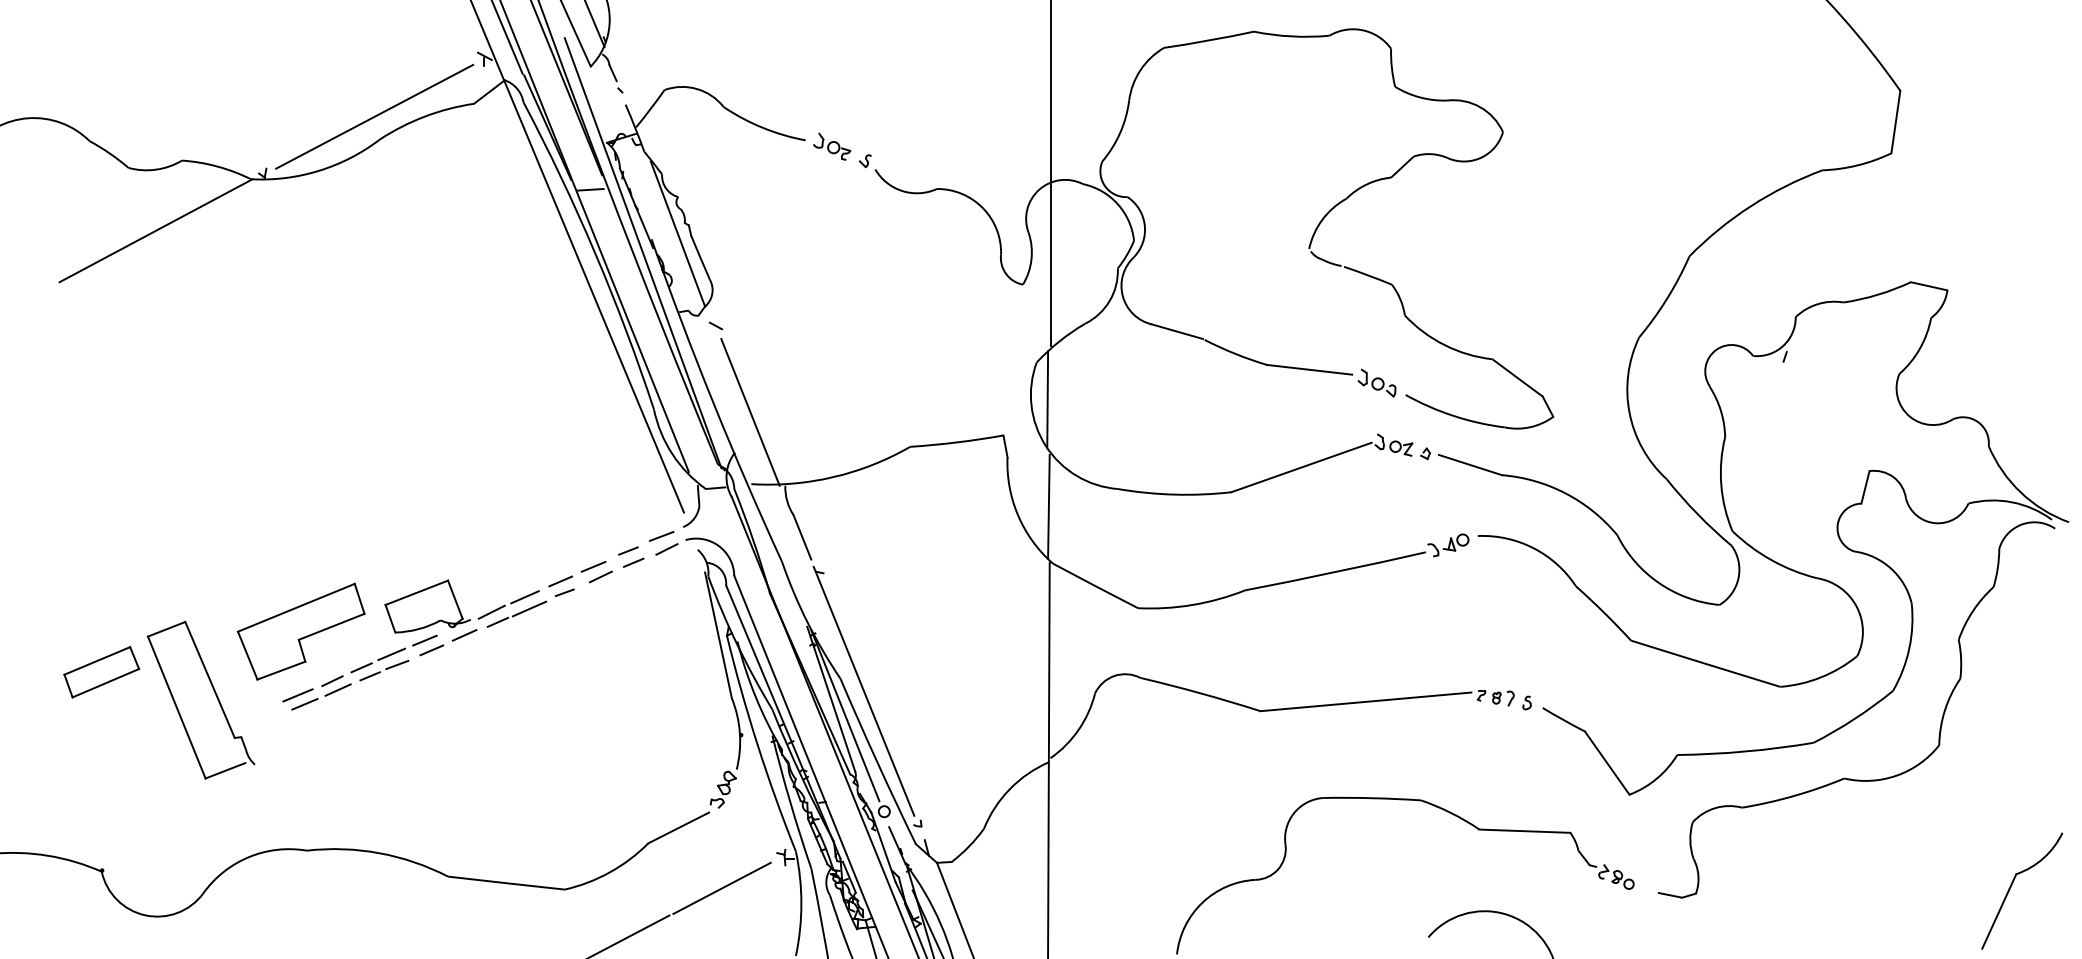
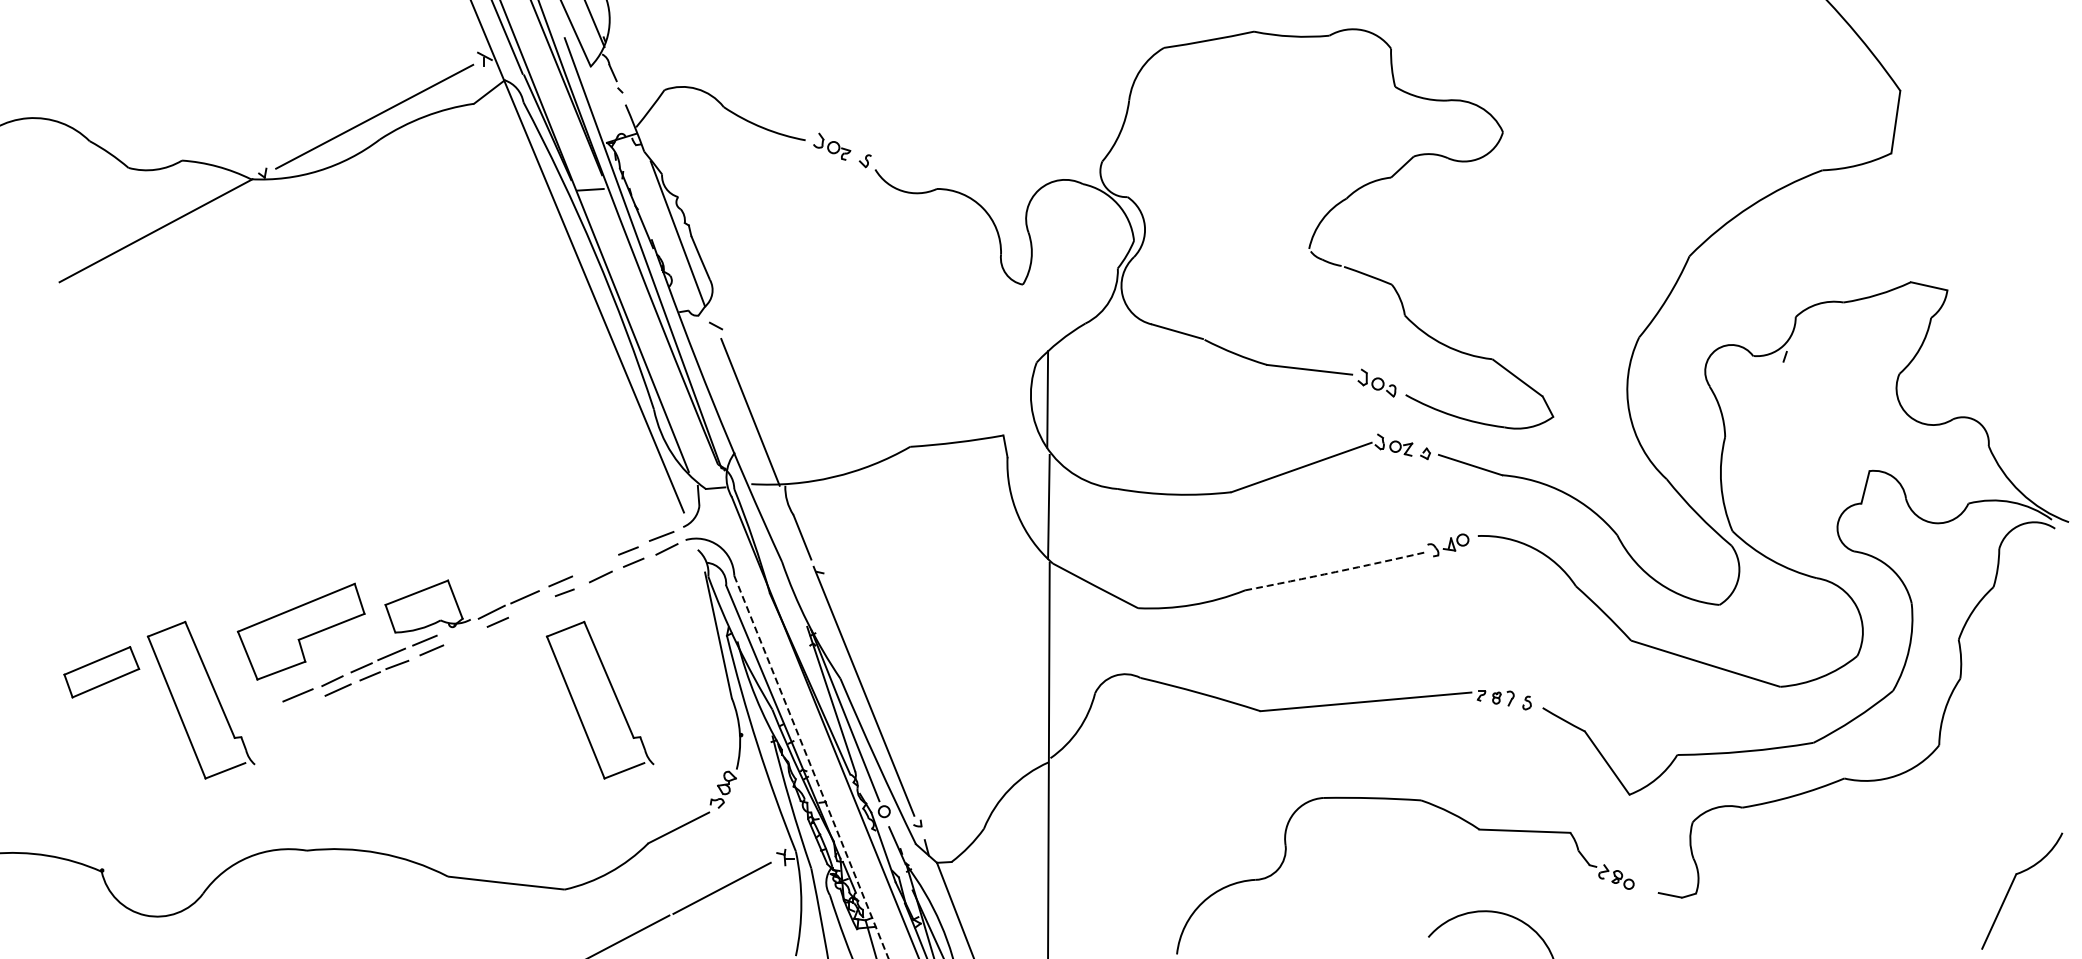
line at (1051, 174): present -> none
line at (593, 566): present -> none
arc at (1335, 572): solid -> dashed
line at (529, 608): present -> none
line at (464, 635): present -> none
part at (613, 693): none -> present
line at (304, 704): present -> none
line at (811, 767): solid -> dashed
